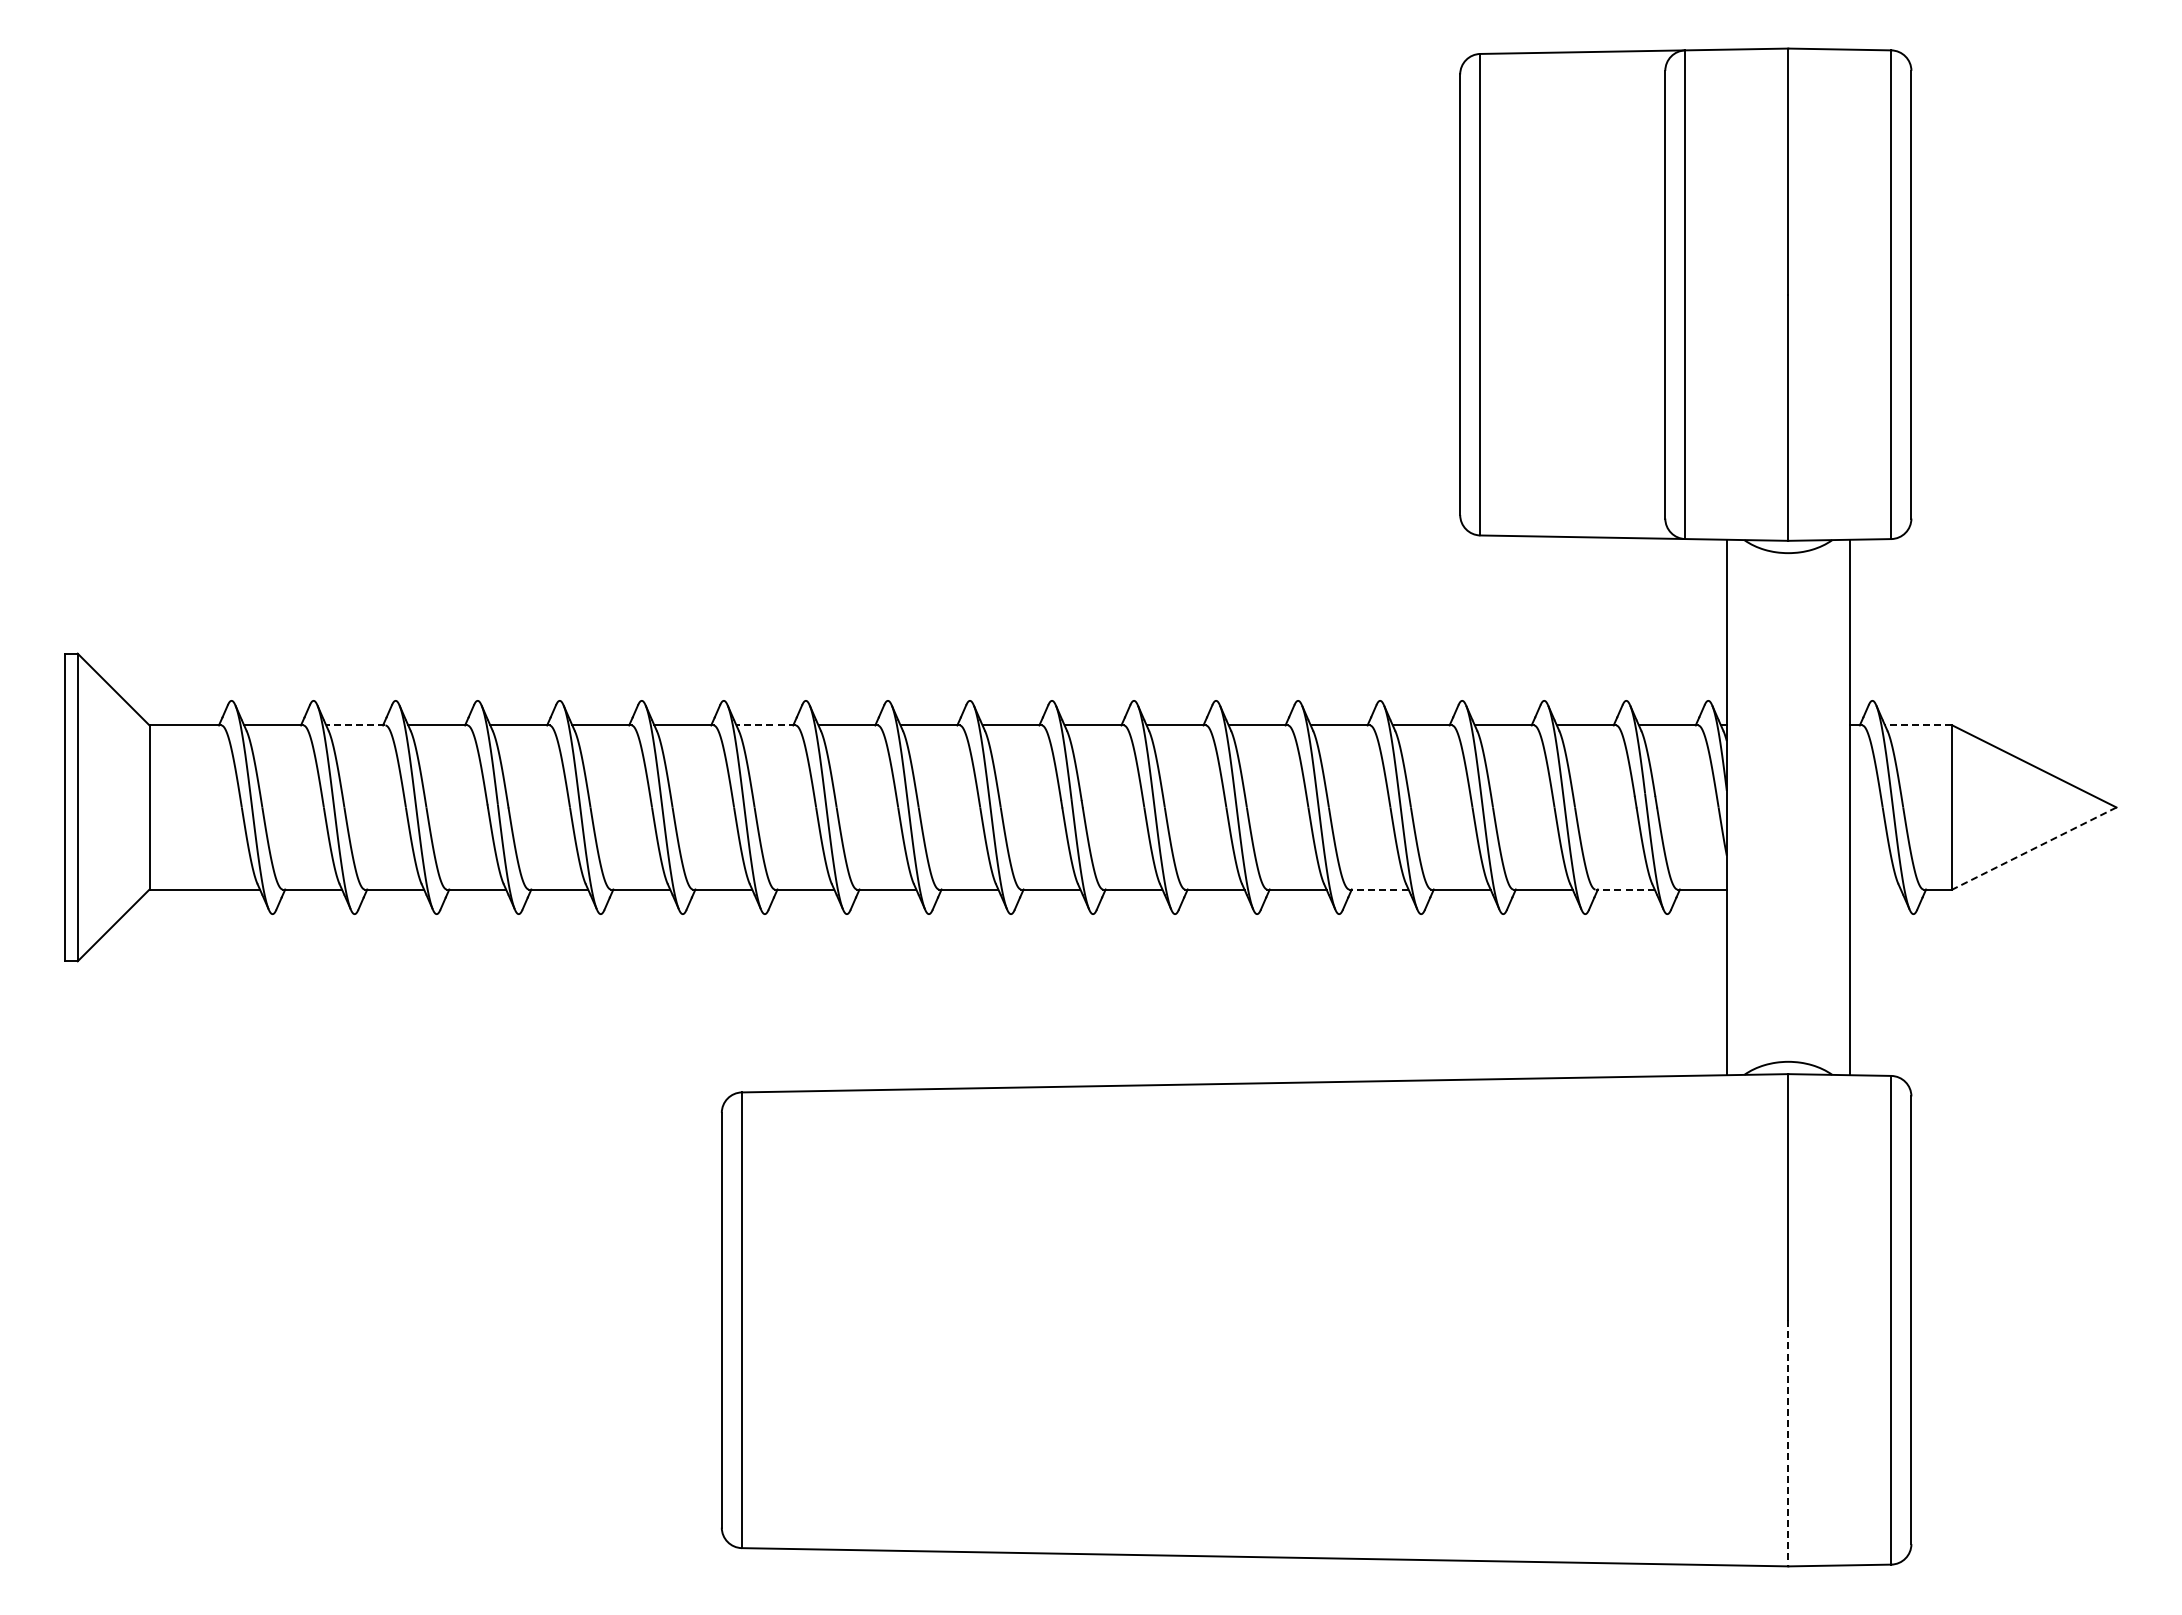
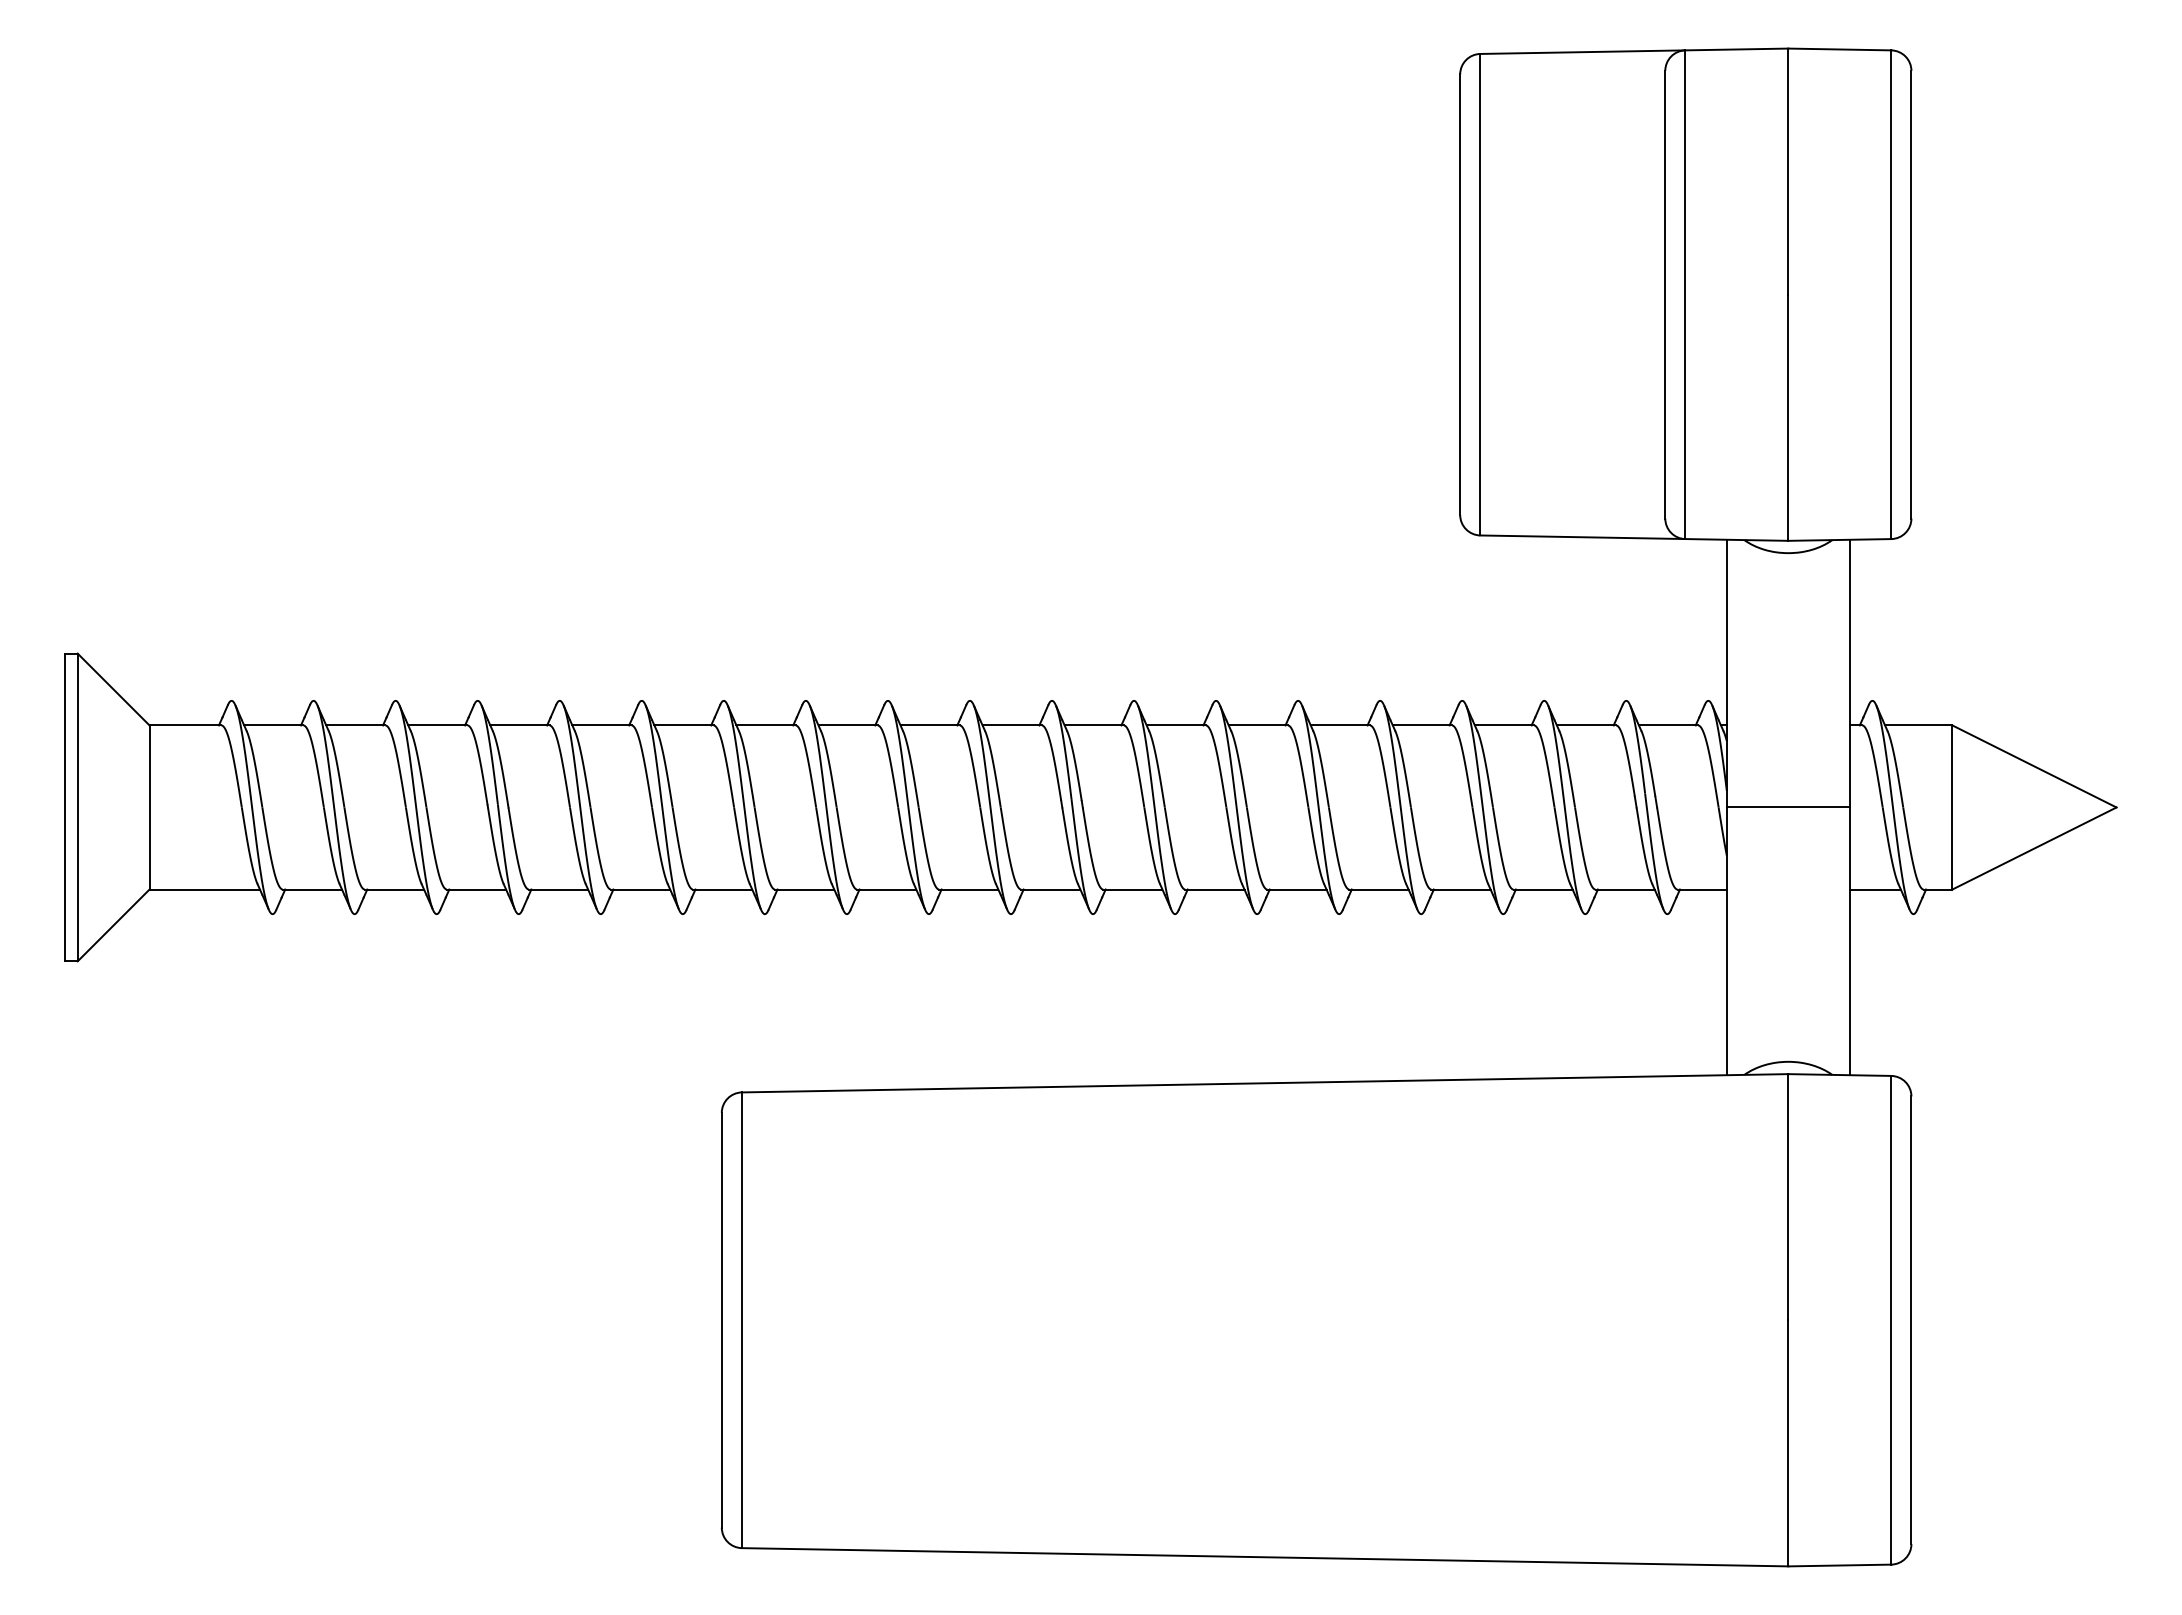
line at (355, 725): dashed -> solid
line at (766, 725): dashed -> solid
line at (1918, 725): dashed -> solid
line at (1787, 807): none -> present
line at (2034, 848): dashed -> solid
line at (1379, 889): dashed -> solid
line at (1625, 889): dashed -> solid
line at (1874, 889): none -> present
line at (1788, 1443): dashed -> solid
